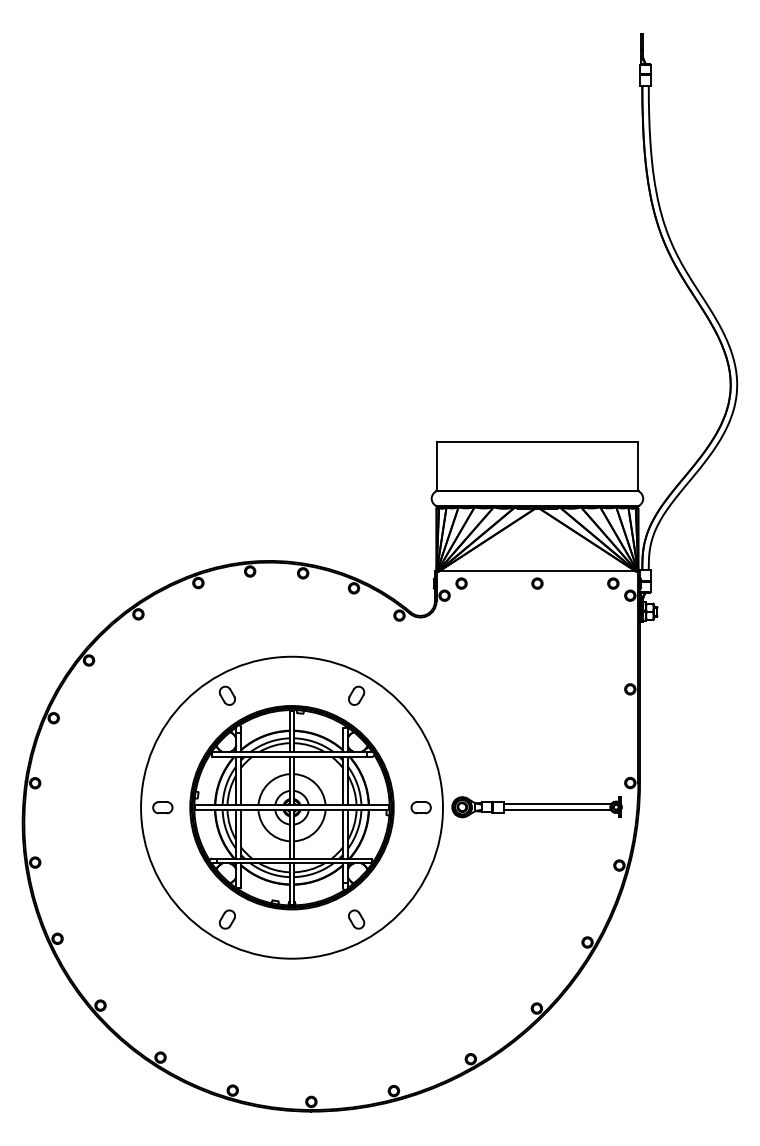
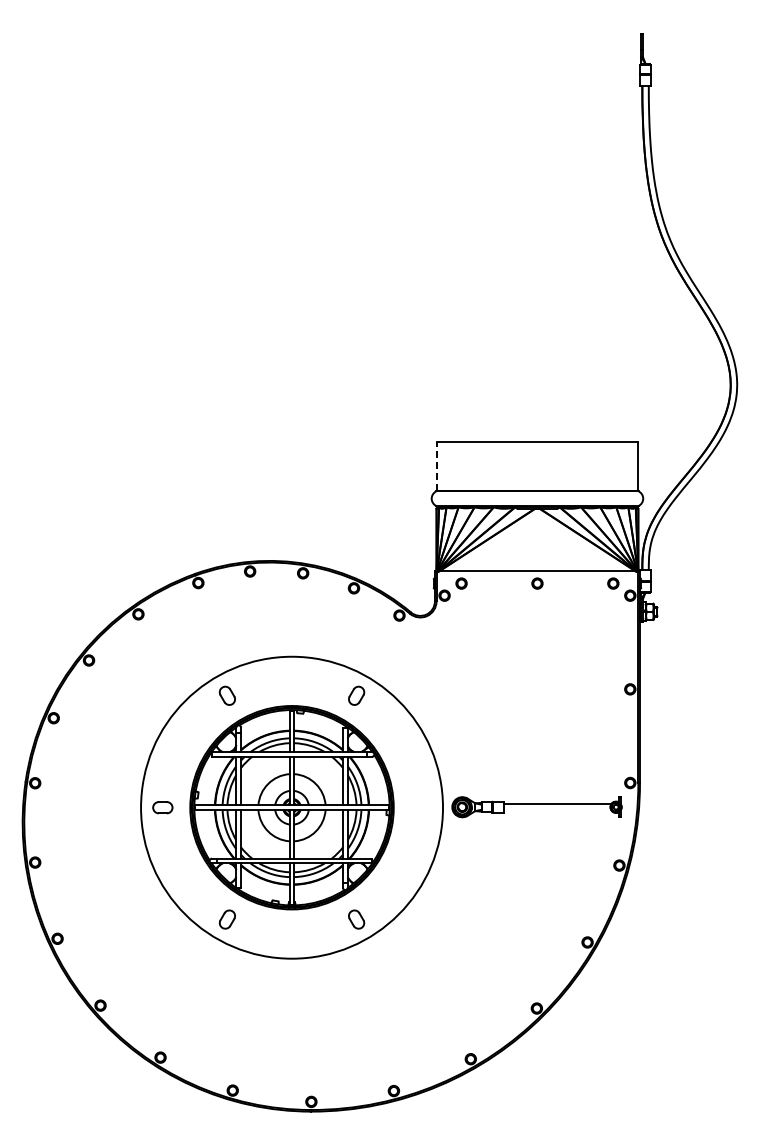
line at (436, 466): solid -> dashed
part at (420, 807): present -> none
line at (557, 810): present -> none
